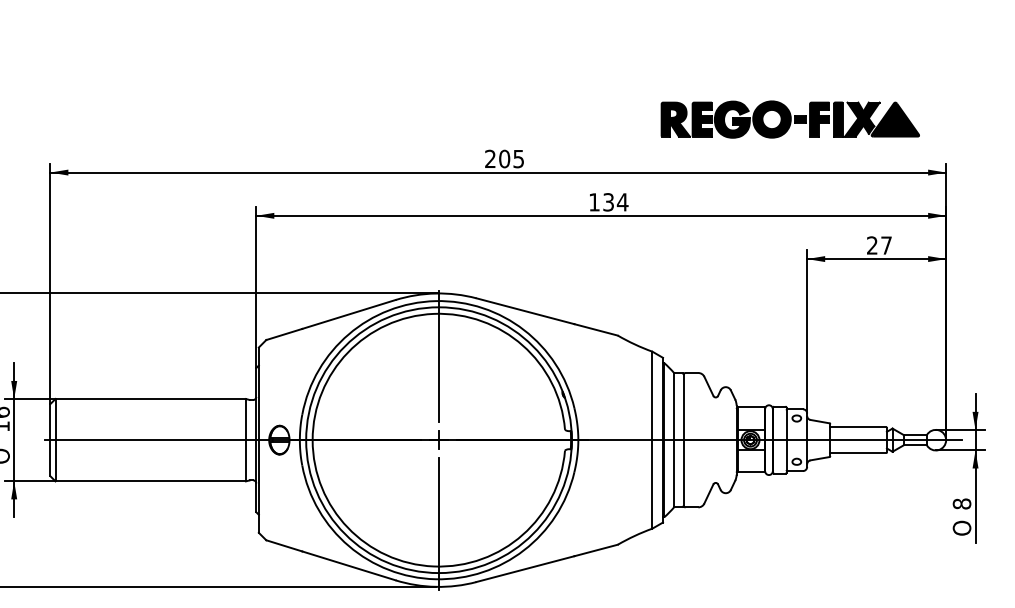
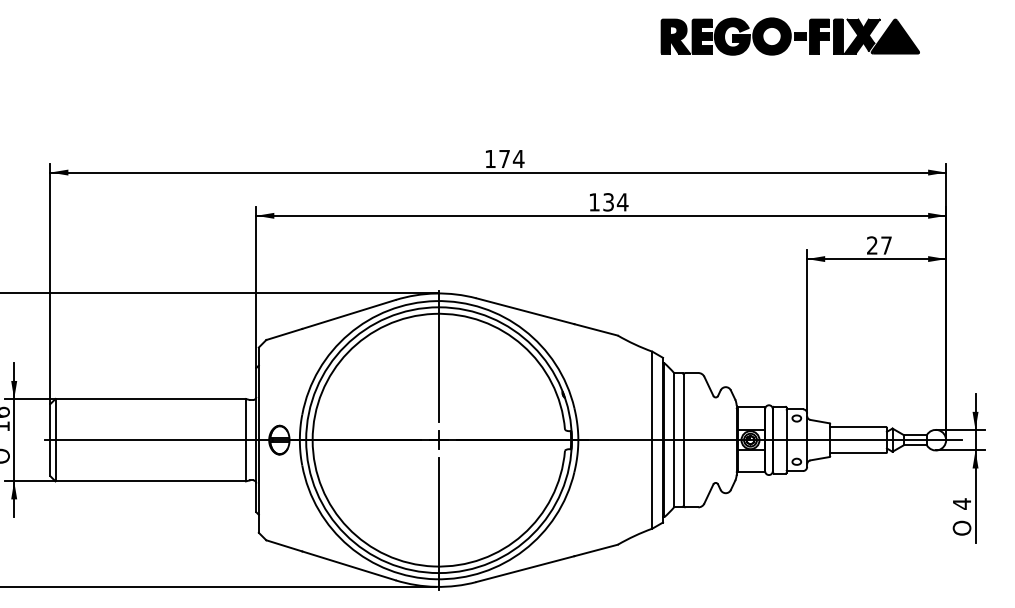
part at (789, 119) position: (789, 119) -> (789, 36)
text at (504, 158): 205 -> 174
text at (961, 503): 8 -> 4
